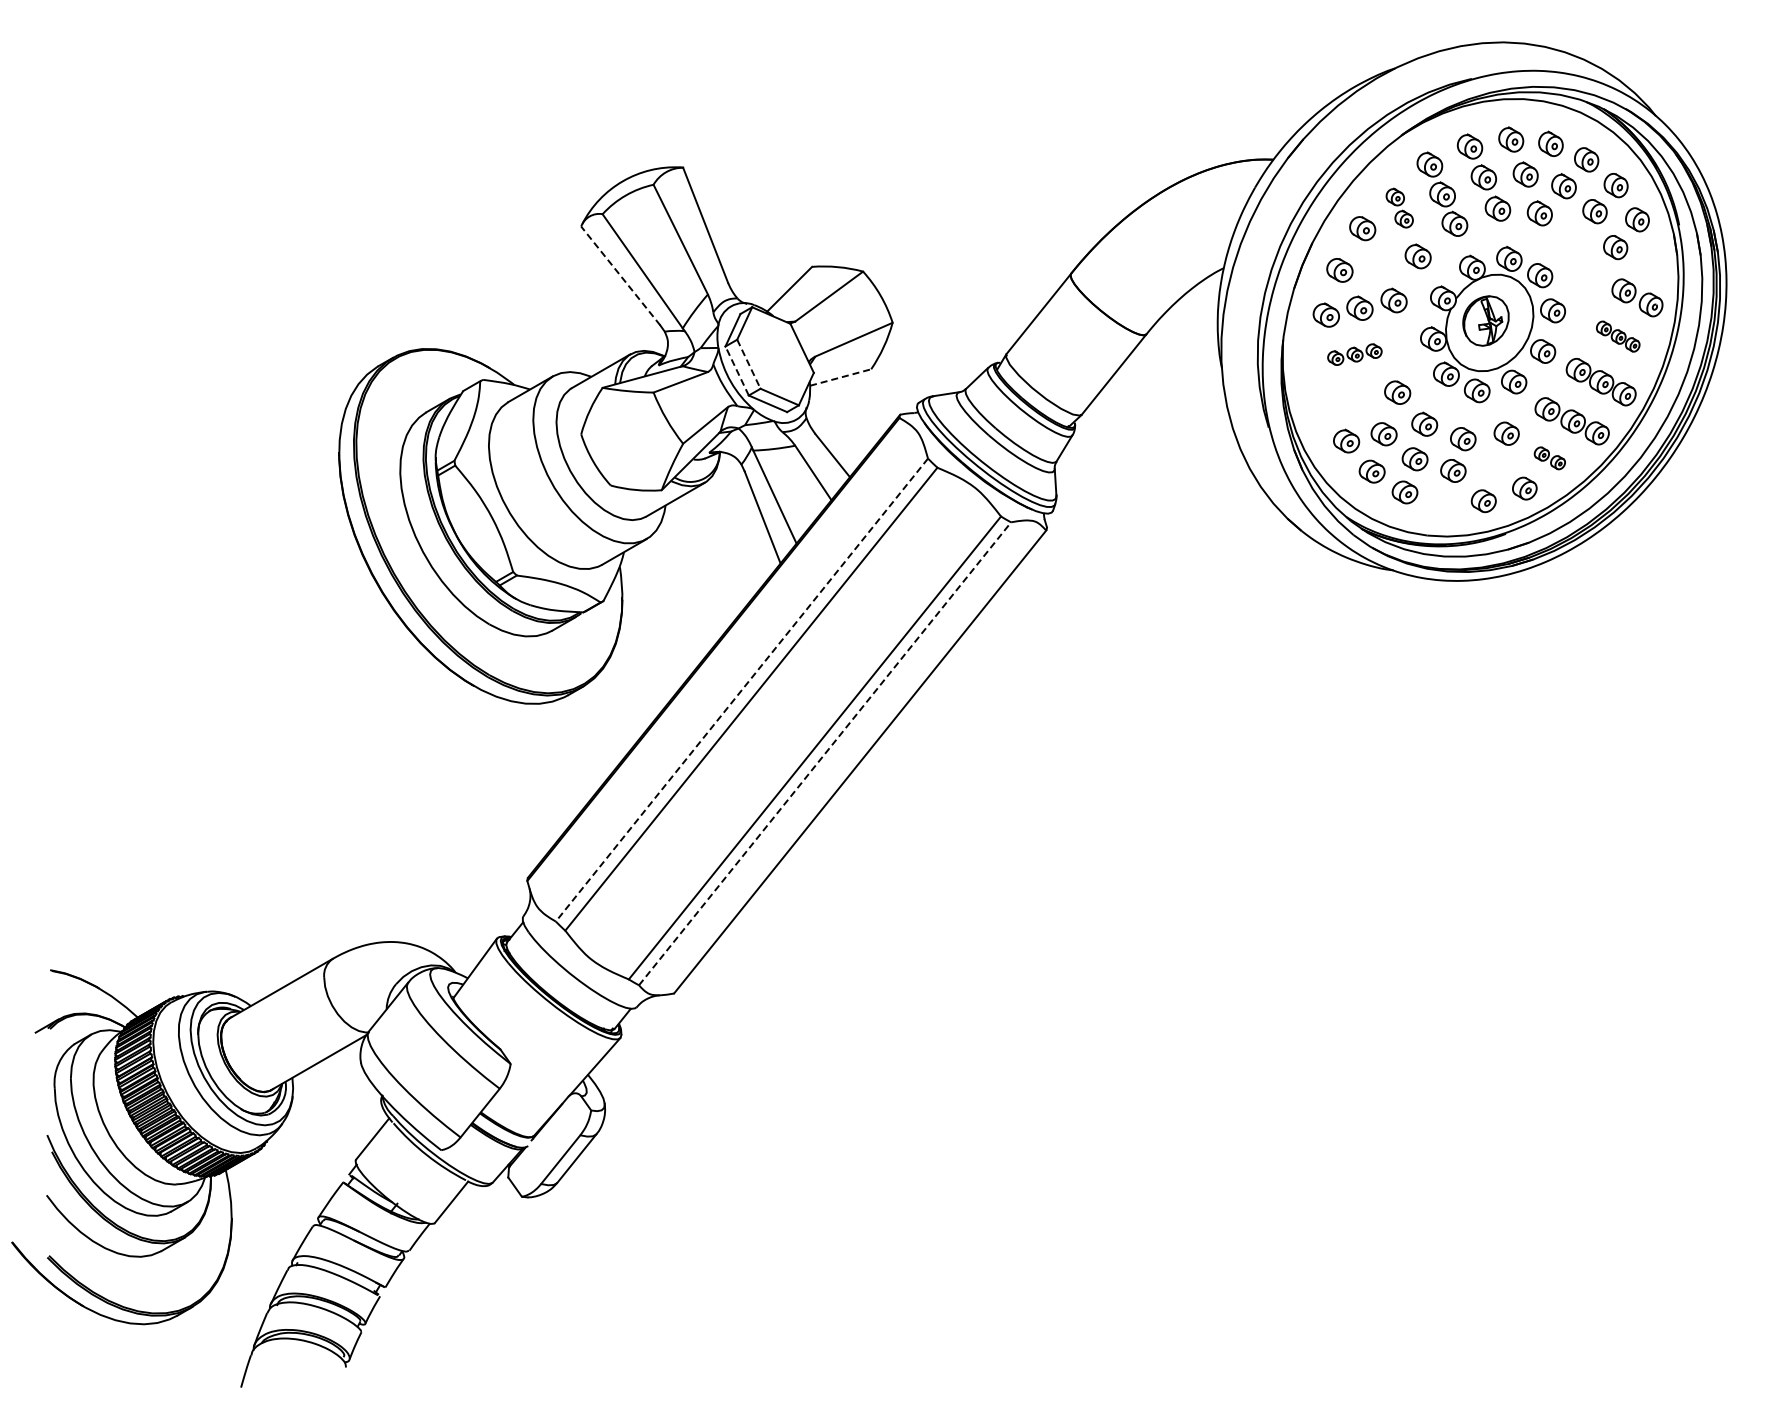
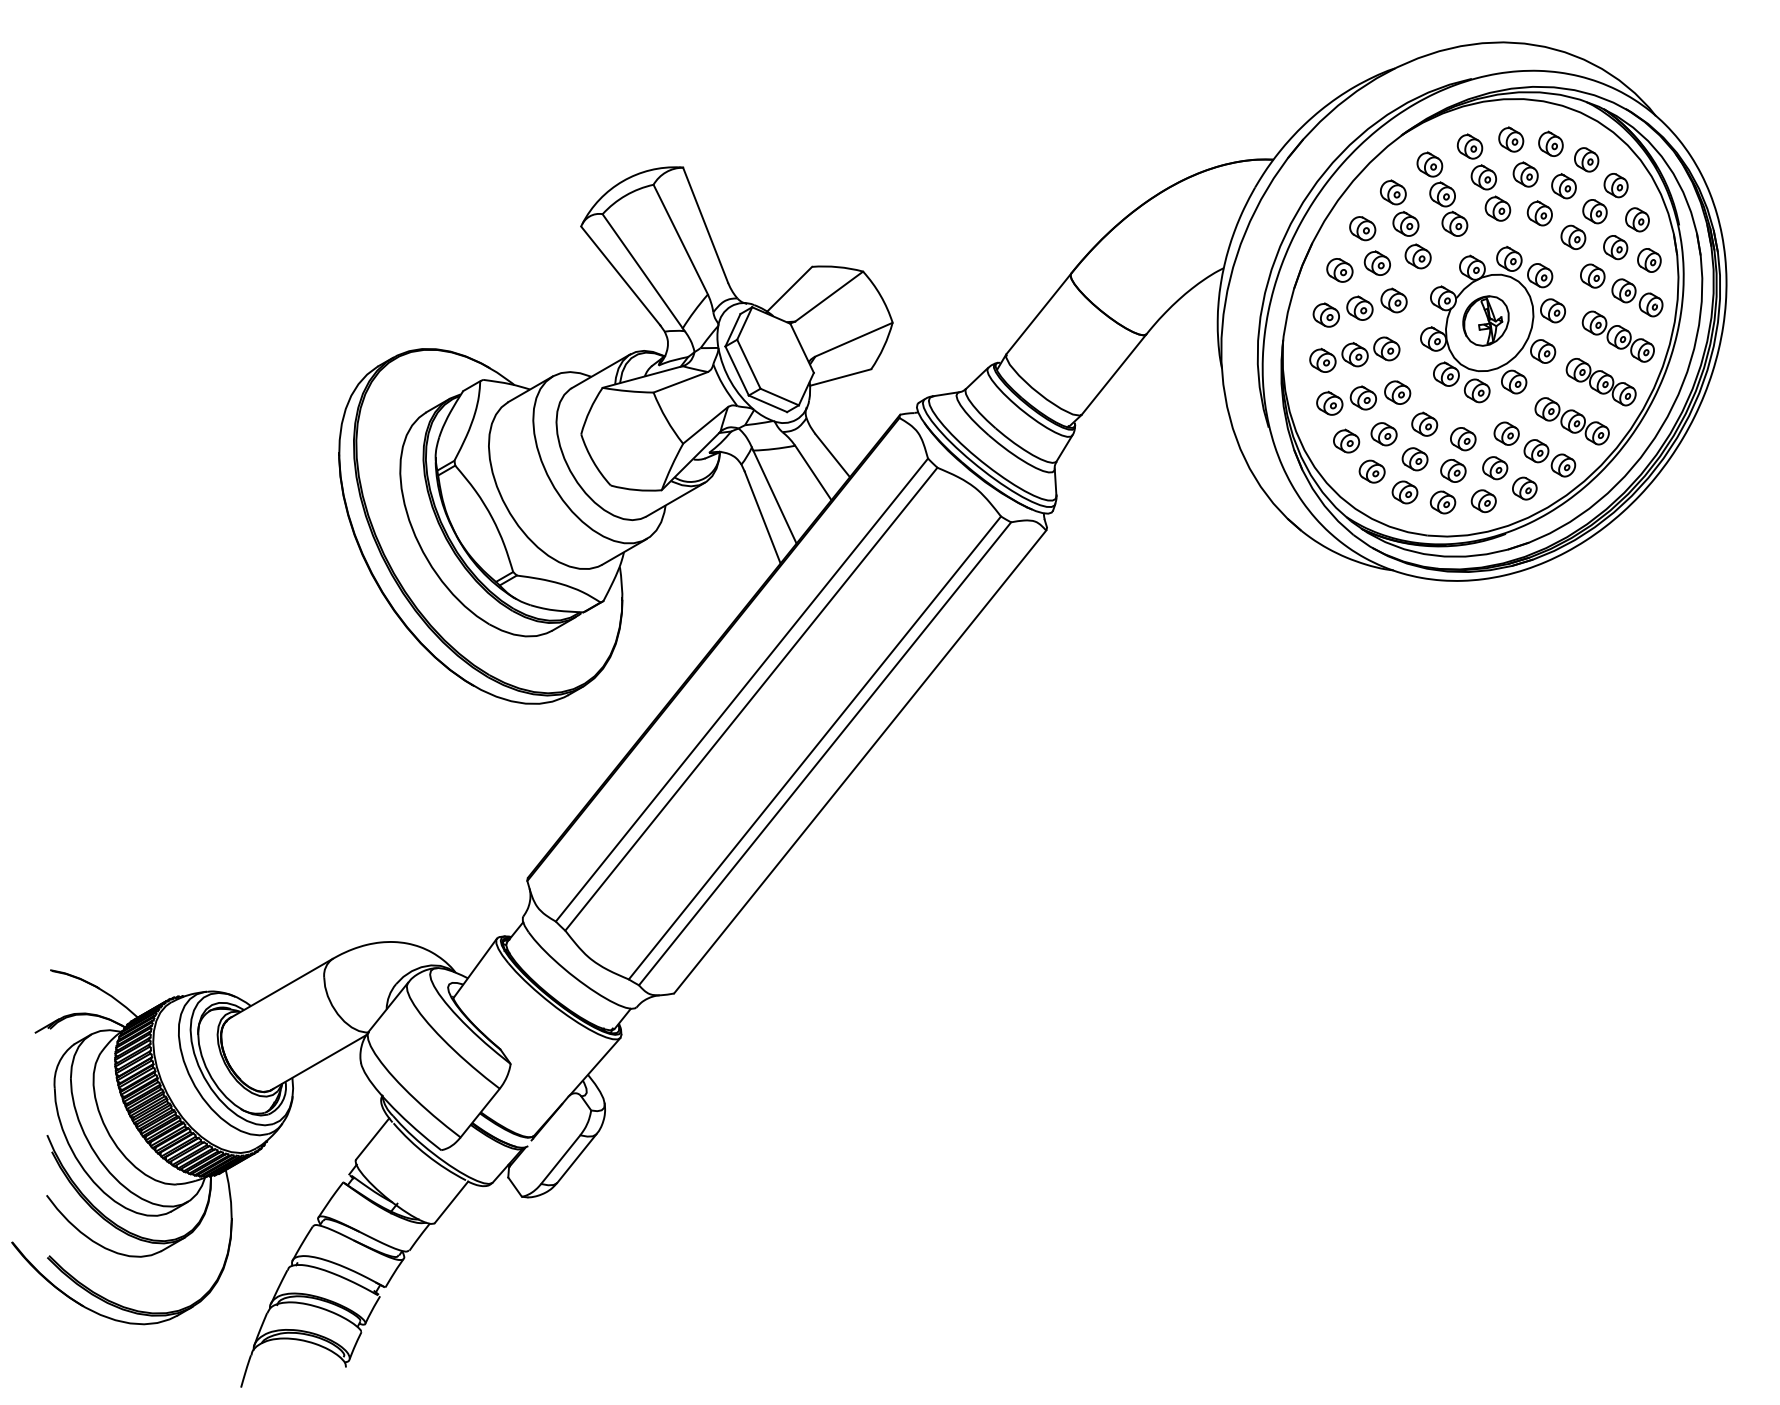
part at (1399, 207) size: 29x42 px -> 40x58 px
part at (1573, 236): none -> present
part at (1649, 260): none -> present
part at (1376, 262): none -> present
line at (620, 275): dashed -> solid
part at (1592, 275): none -> present
part at (1618, 336) size: 45x33 px -> 74x53 px
part at (1354, 354) size: 56x23 px -> 92x37 px
line at (749, 364): dashed -> solid
line at (736, 370): dashed -> solid
line at (840, 377): dashed -> solid
part at (1346, 400): none -> present
part at (1549, 458) size: 33x25 px -> 54x39 px
part at (1495, 468): none -> present
part at (1442, 502): none -> present
line at (741, 690): dashed -> solid
line at (825, 753): dashed -> solid
